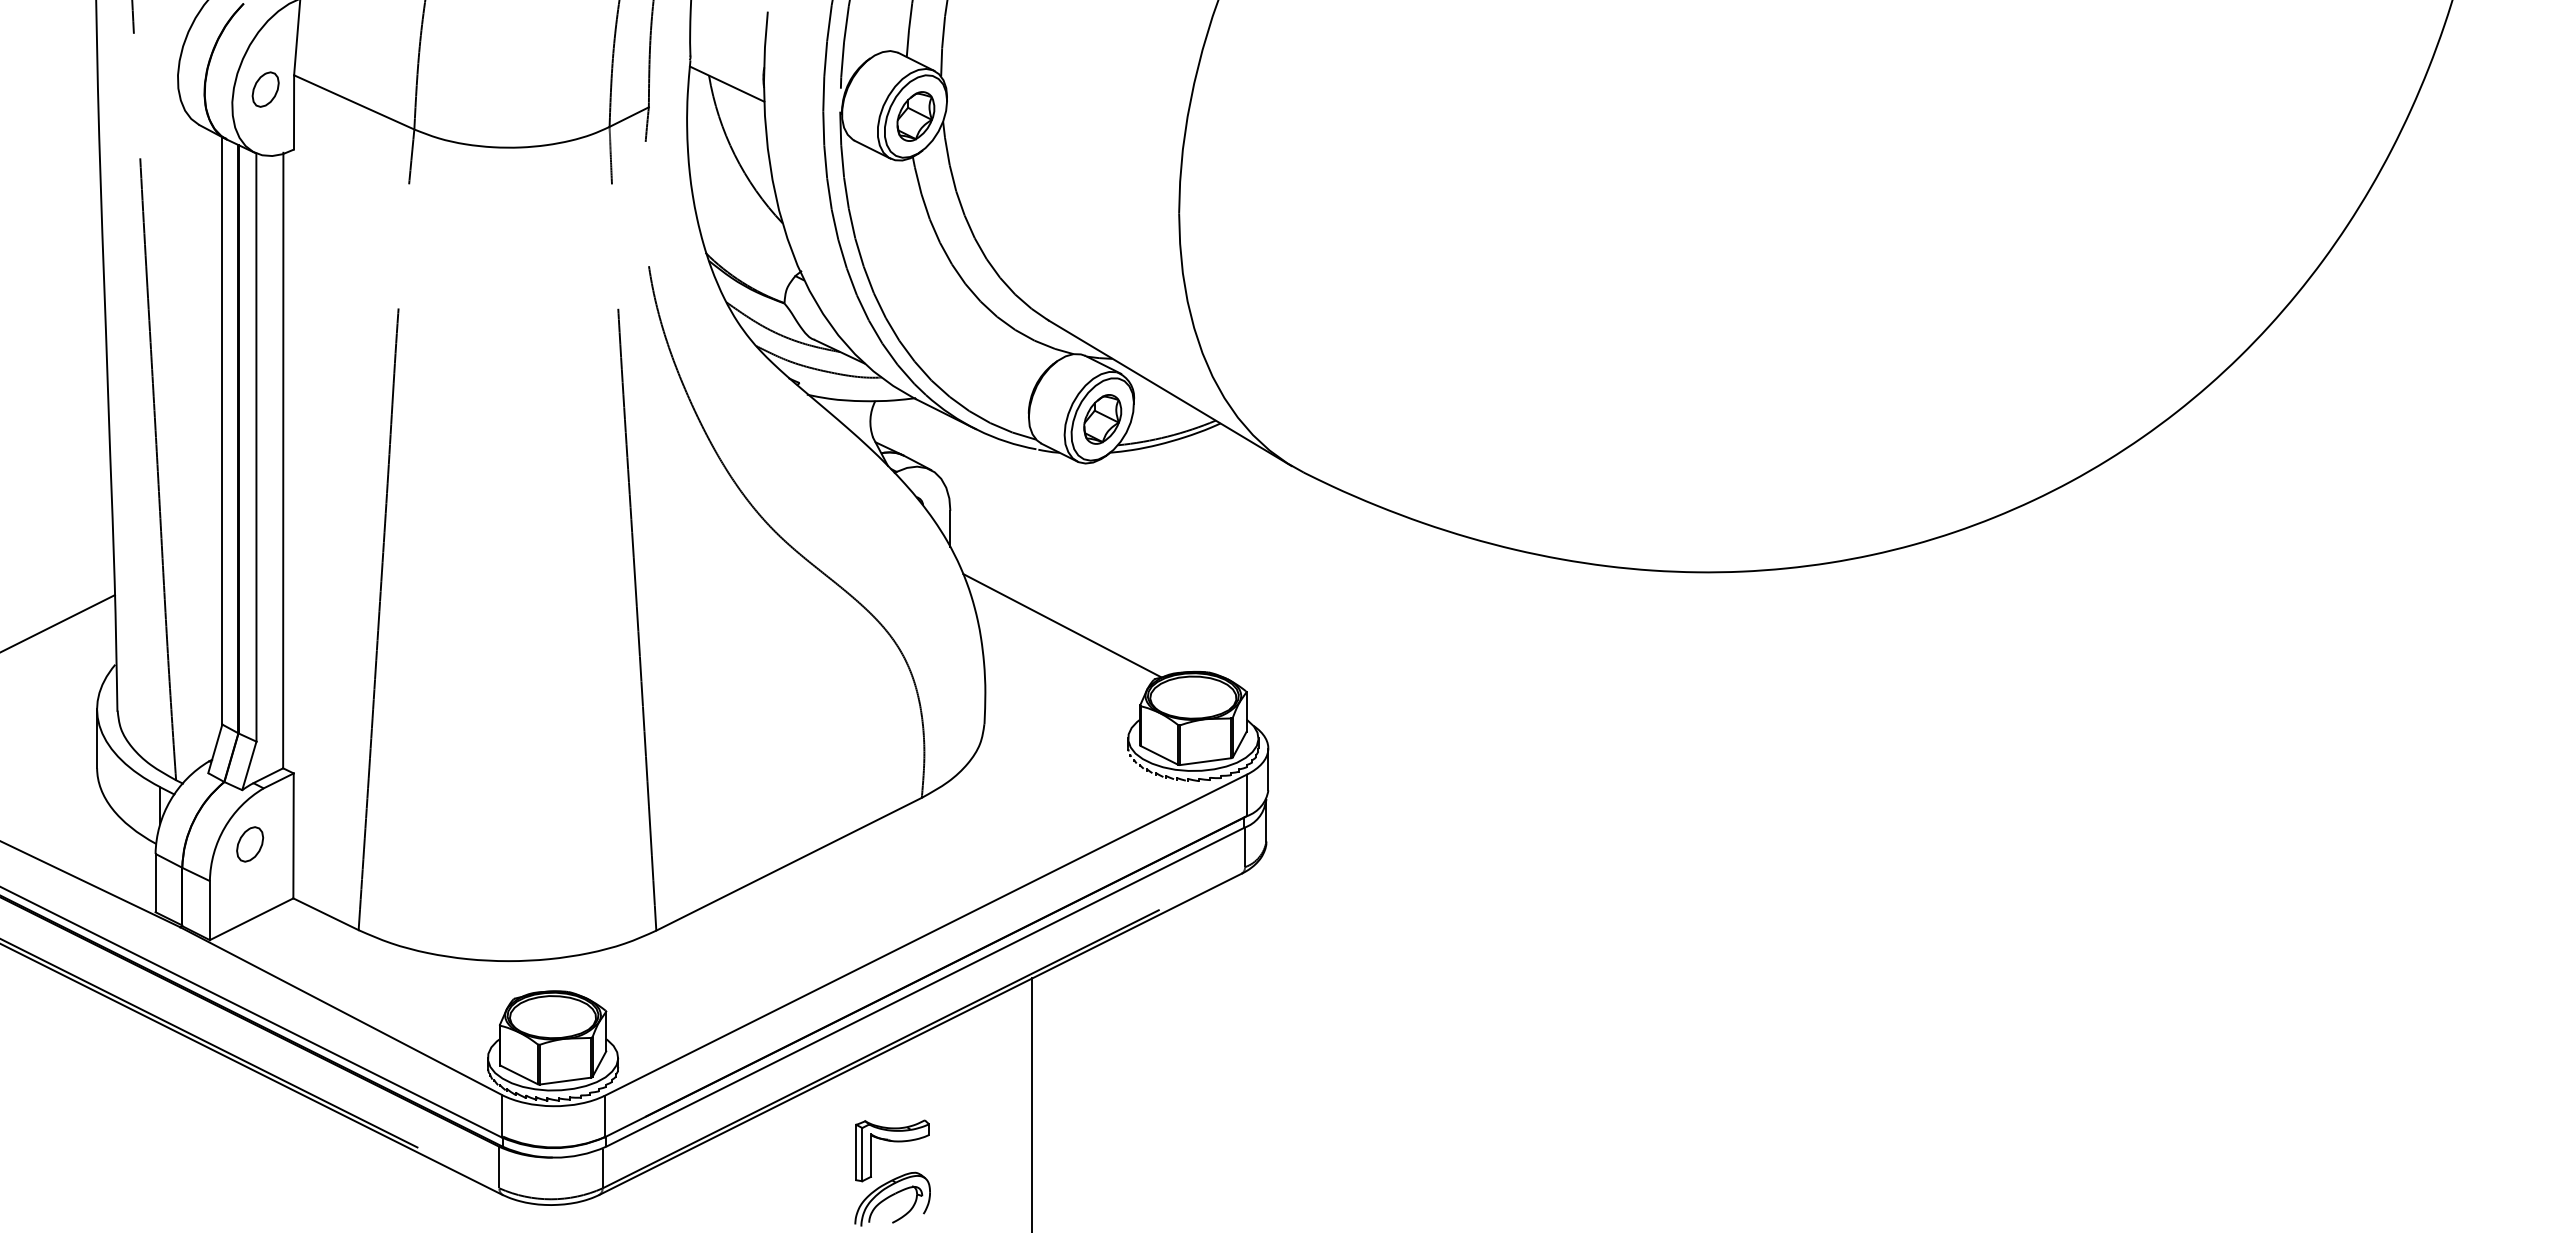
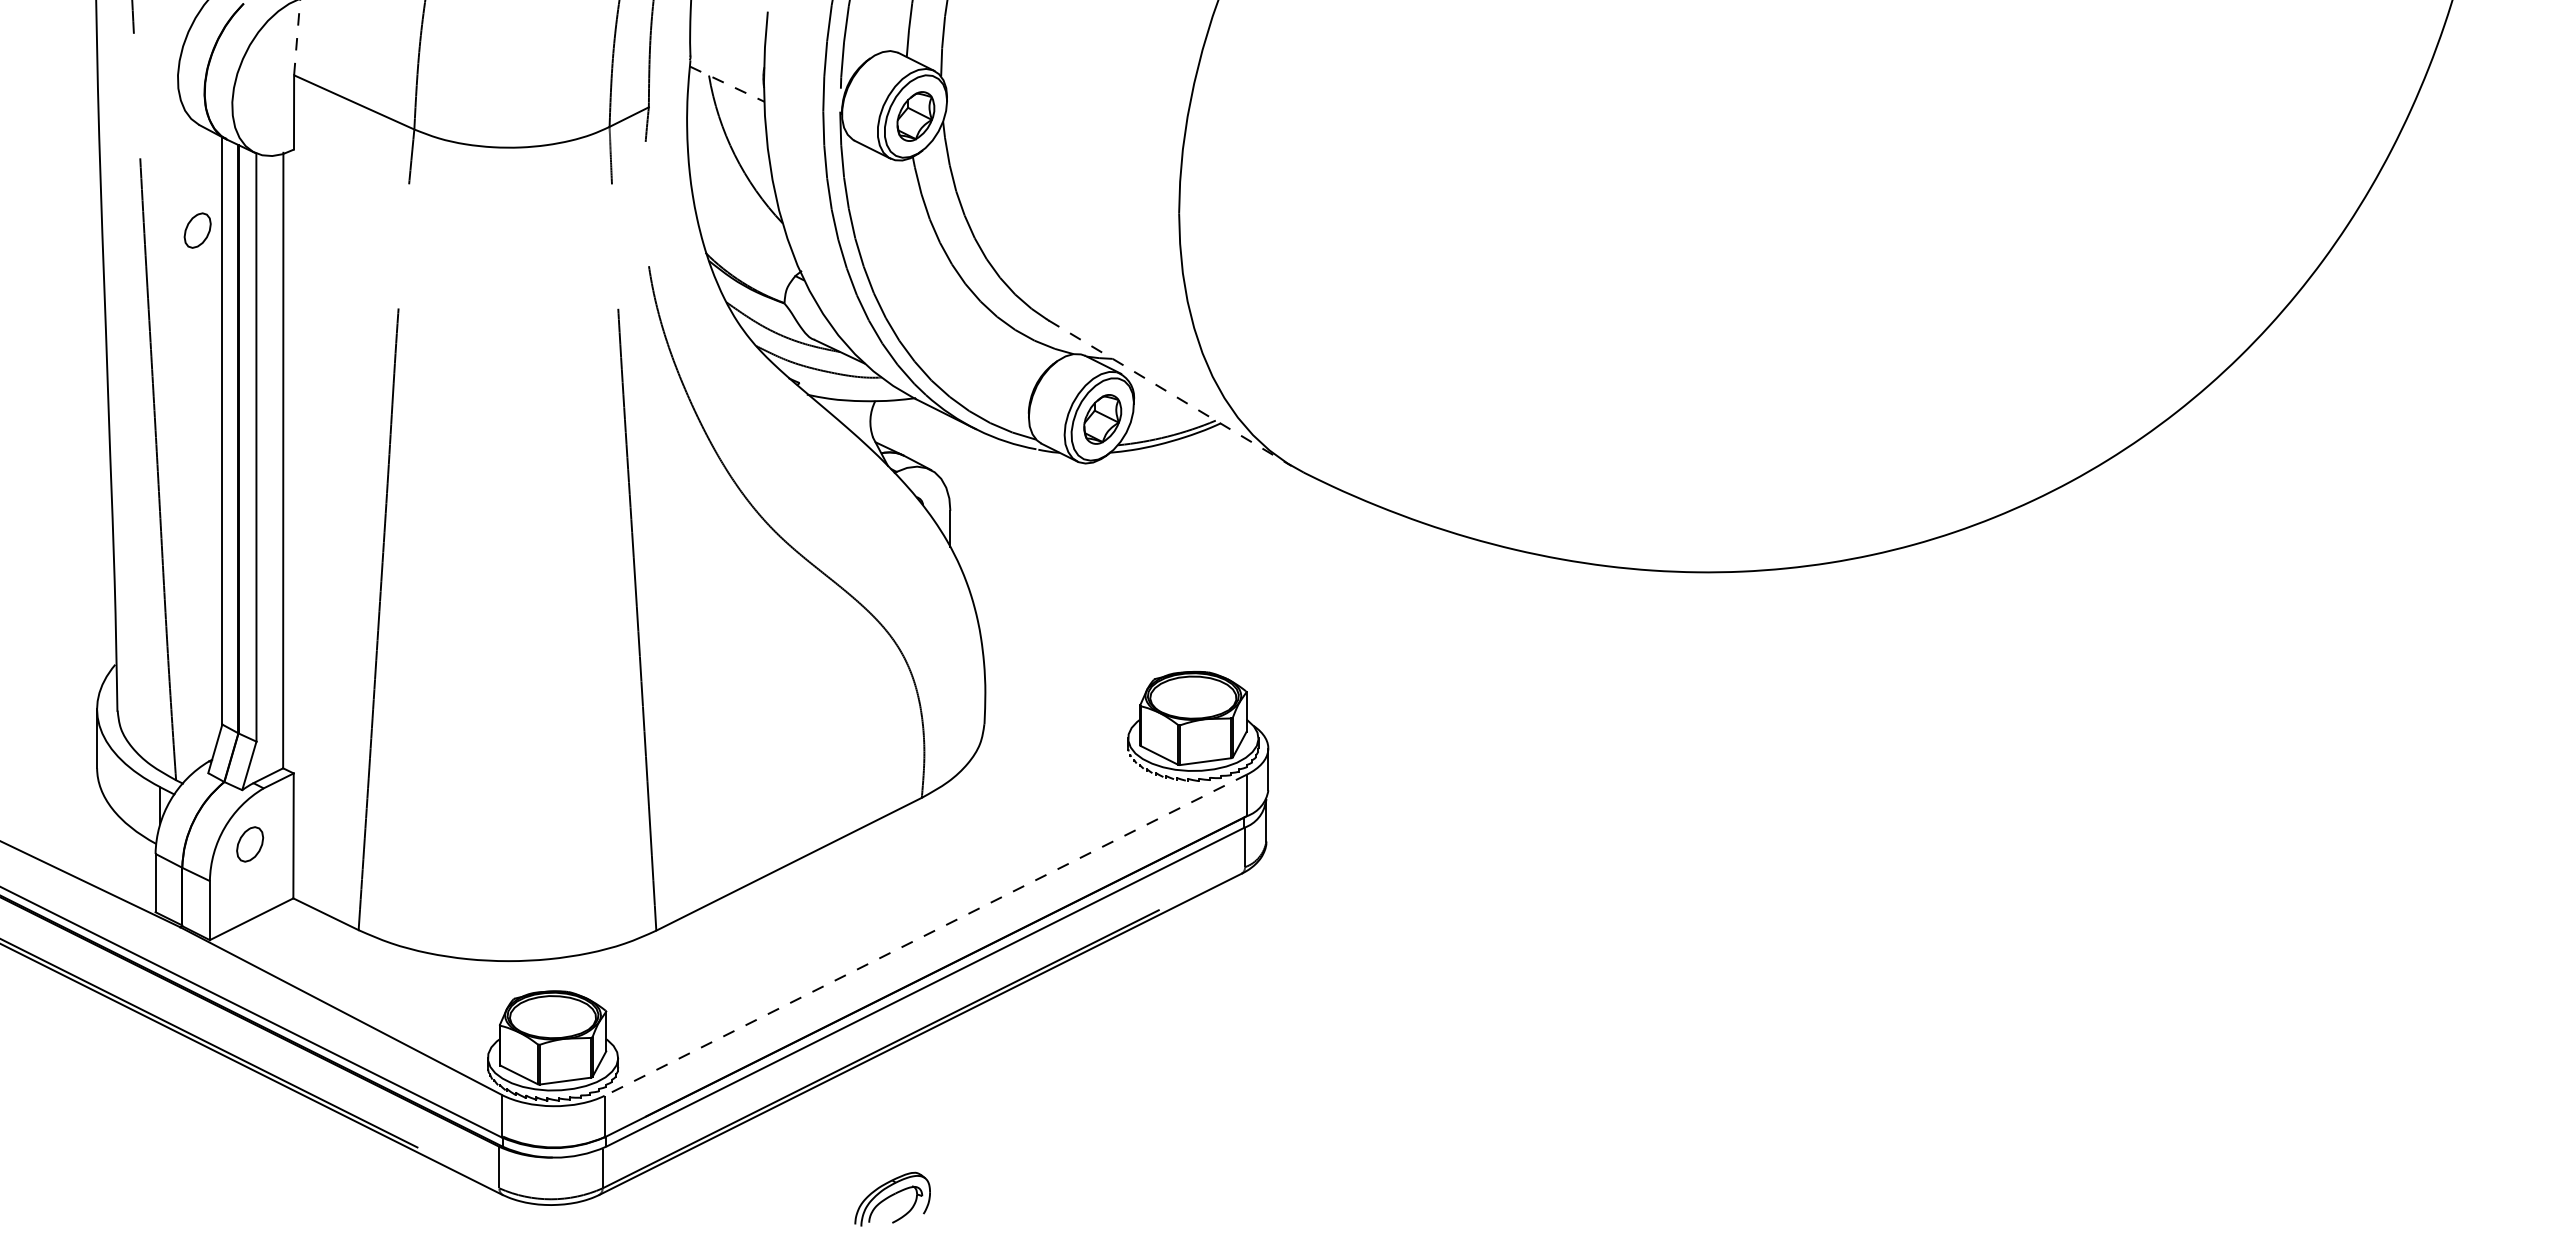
line at (297, 37): solid -> dashed
line at (727, 84): solid -> dashed
part at (265, 89) position: (265, 89) -> (197, 230)
line at (1170, 393): solid -> dashed
line at (58, 623): present -> none
line at (1062, 625): present -> none
line at (925, 935): solid -> dashed
line at (1032, 1103): present -> none
part at (893, 1142): present -> none
